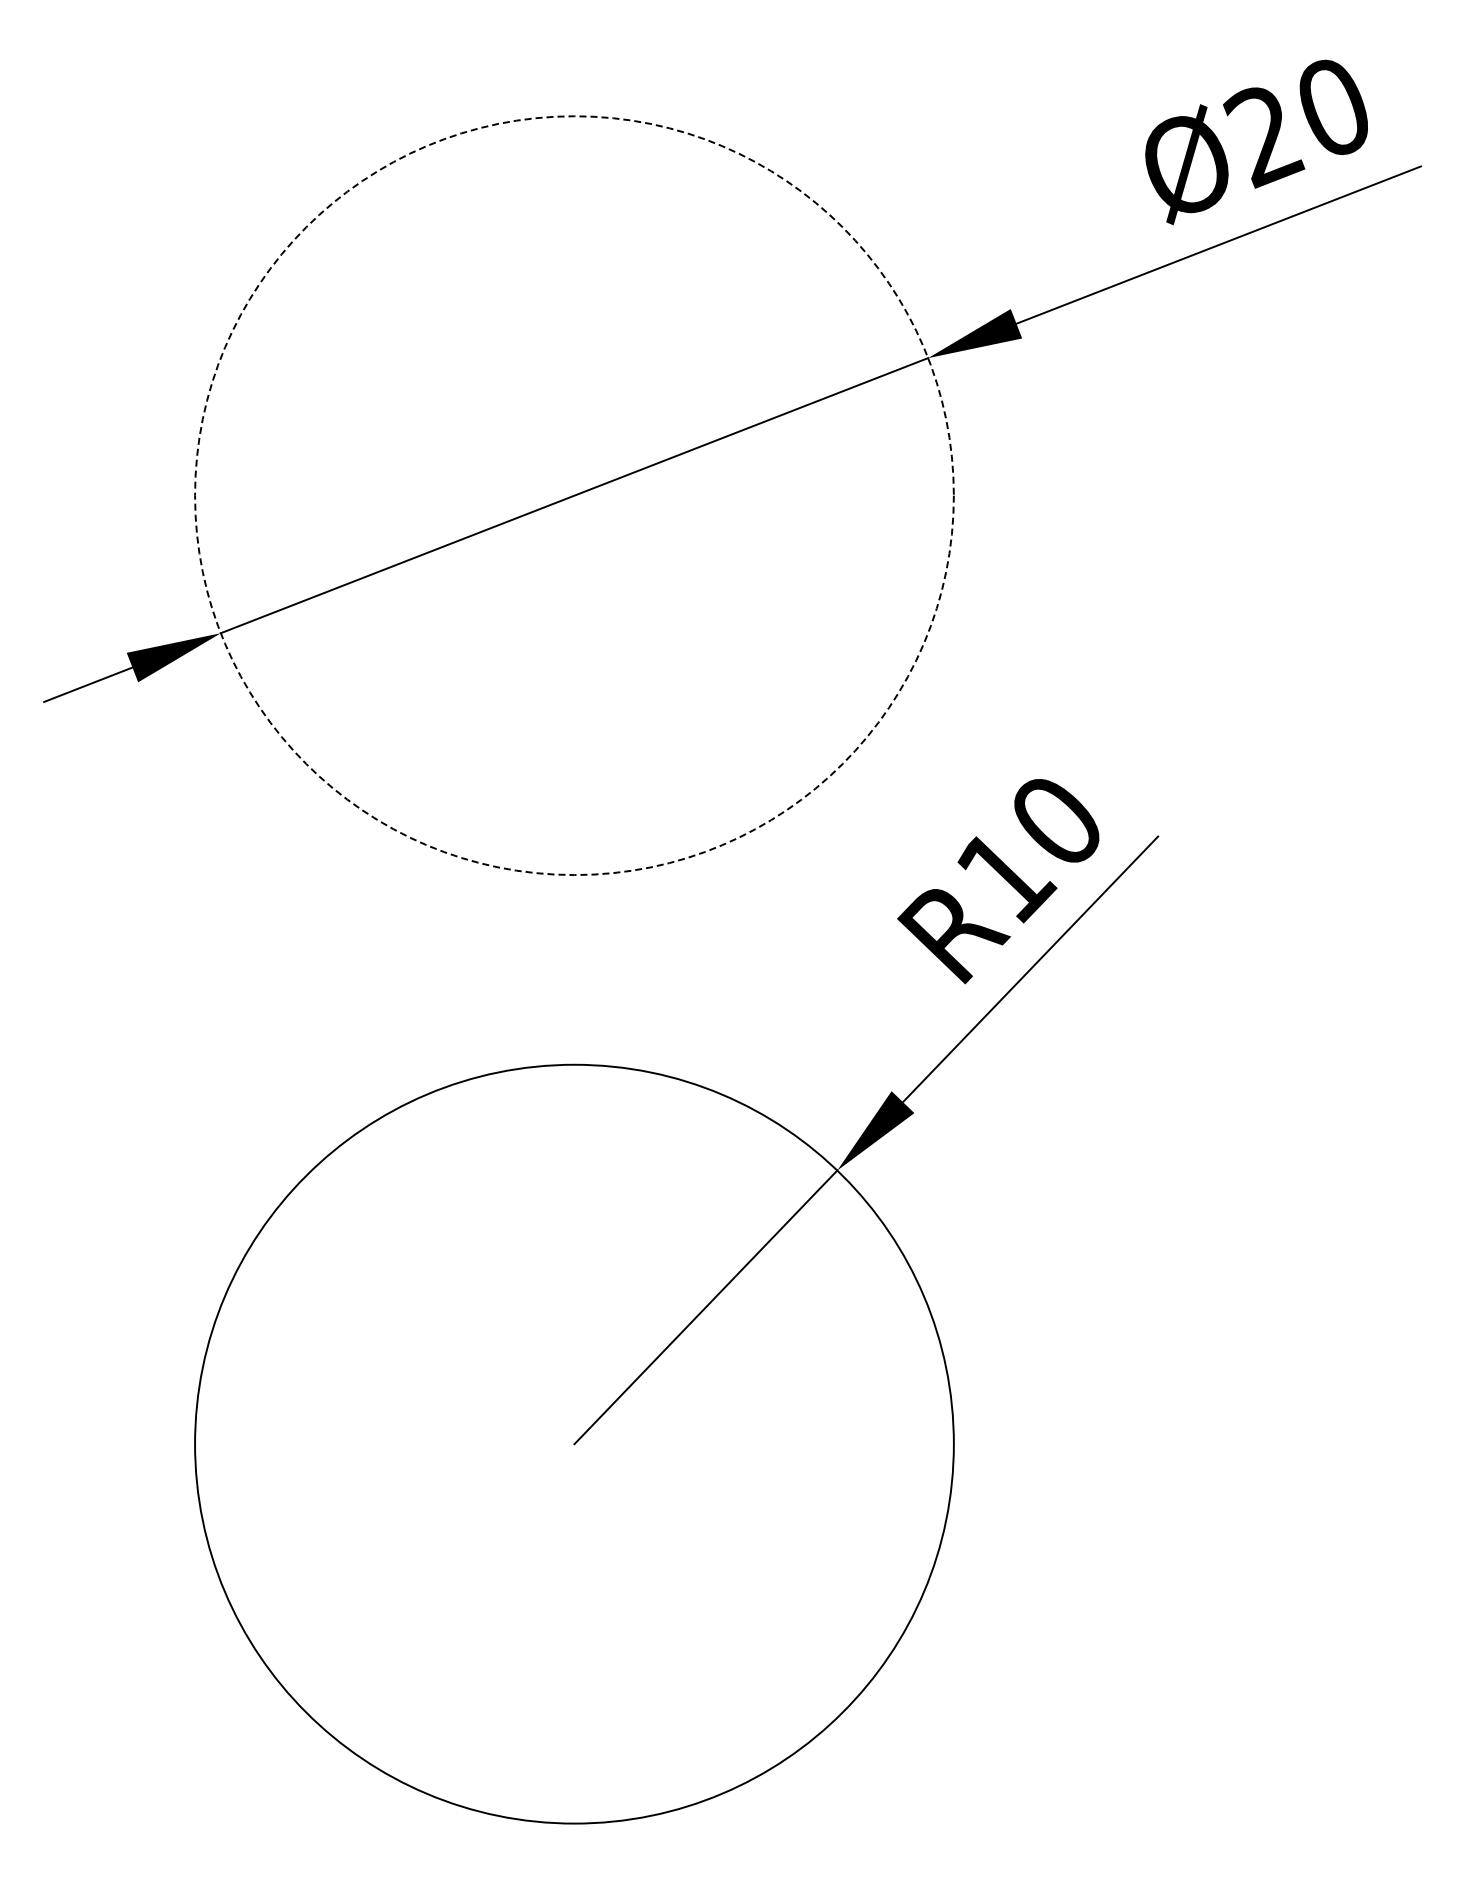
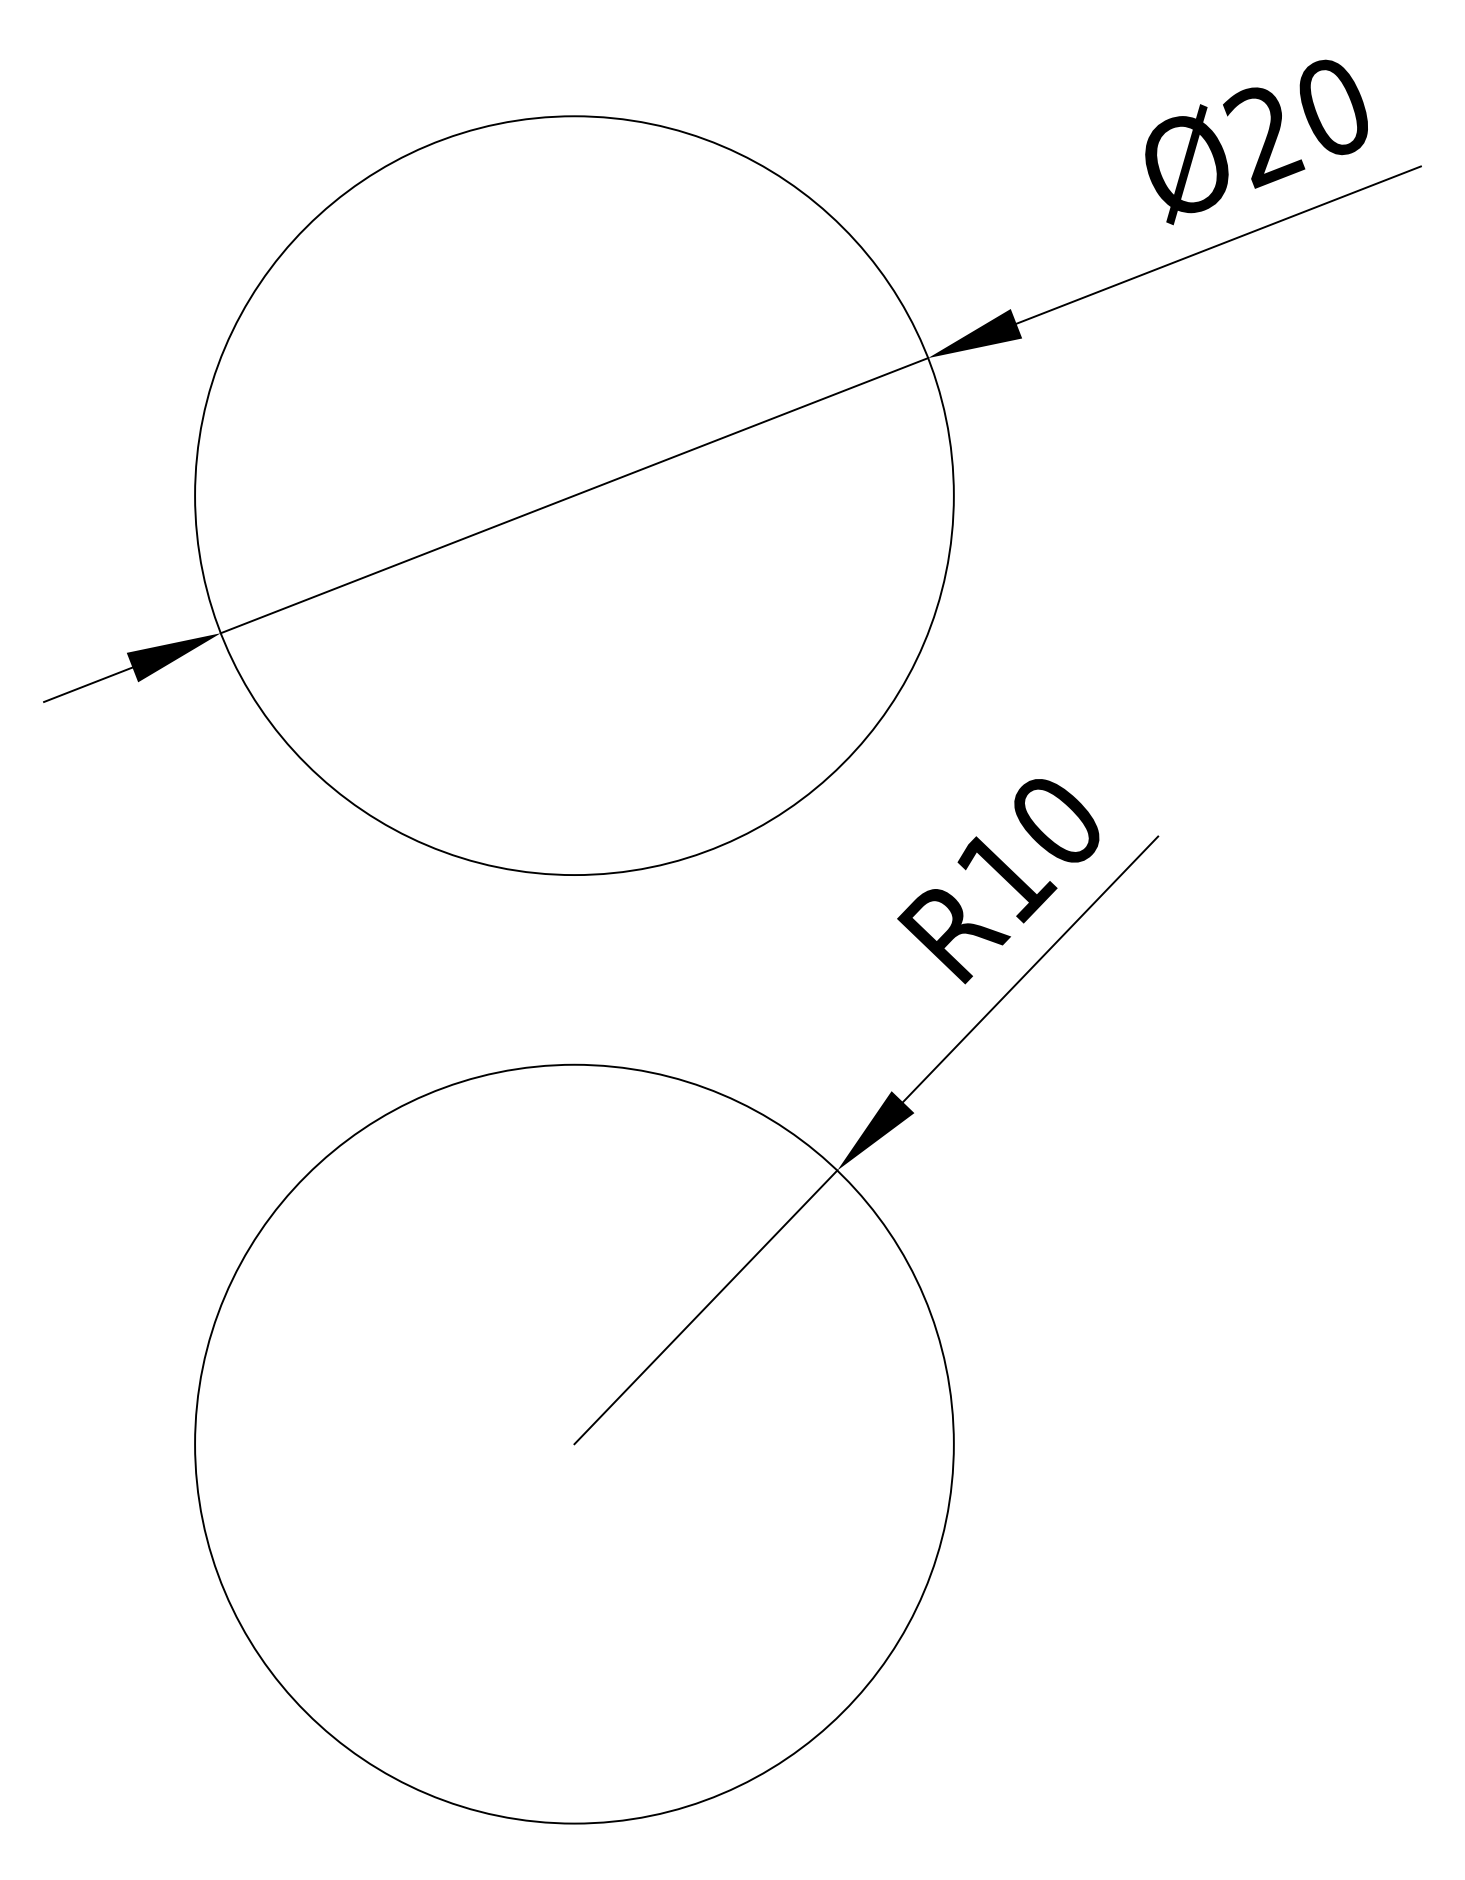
circle at (574, 495): dashed -> solid
